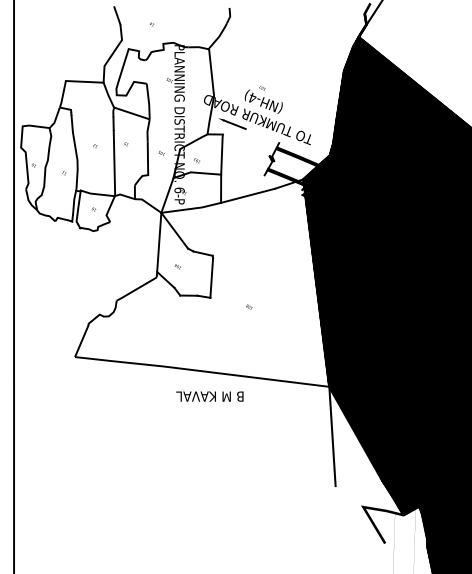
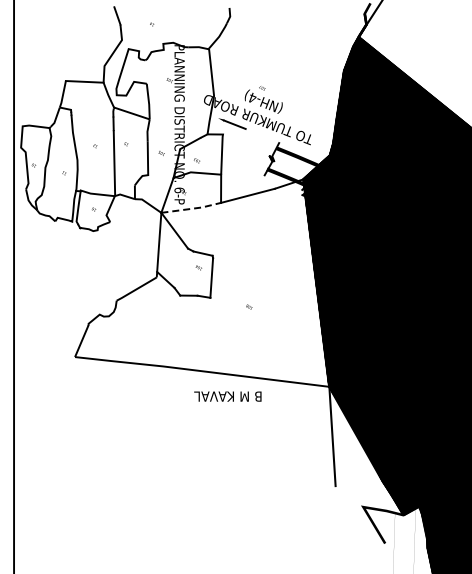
line at (192, 208): solid -> dashed
text at (177, 266) position: (177, 266) -> (198, 267)
text at (209, 396) position: (209, 396) -> (227, 396)
